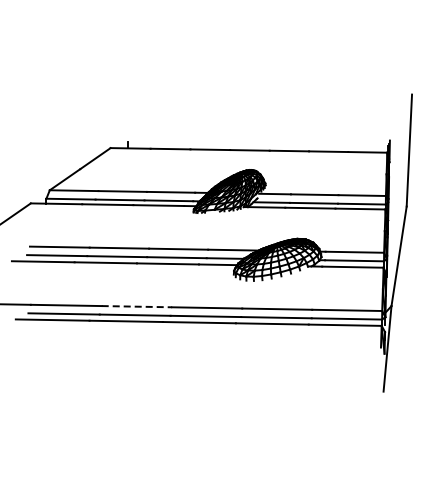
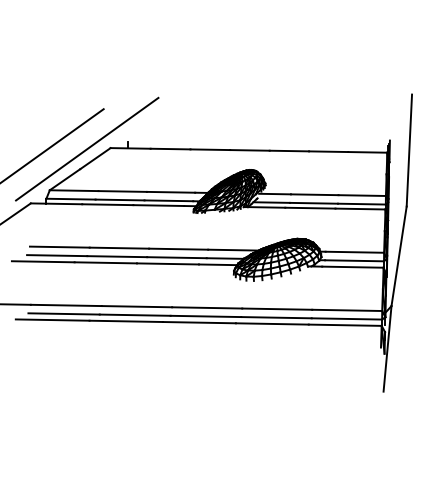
line at (52, 145): none -> present
line at (87, 148): none -> present
line at (137, 306): dashed -> solid
